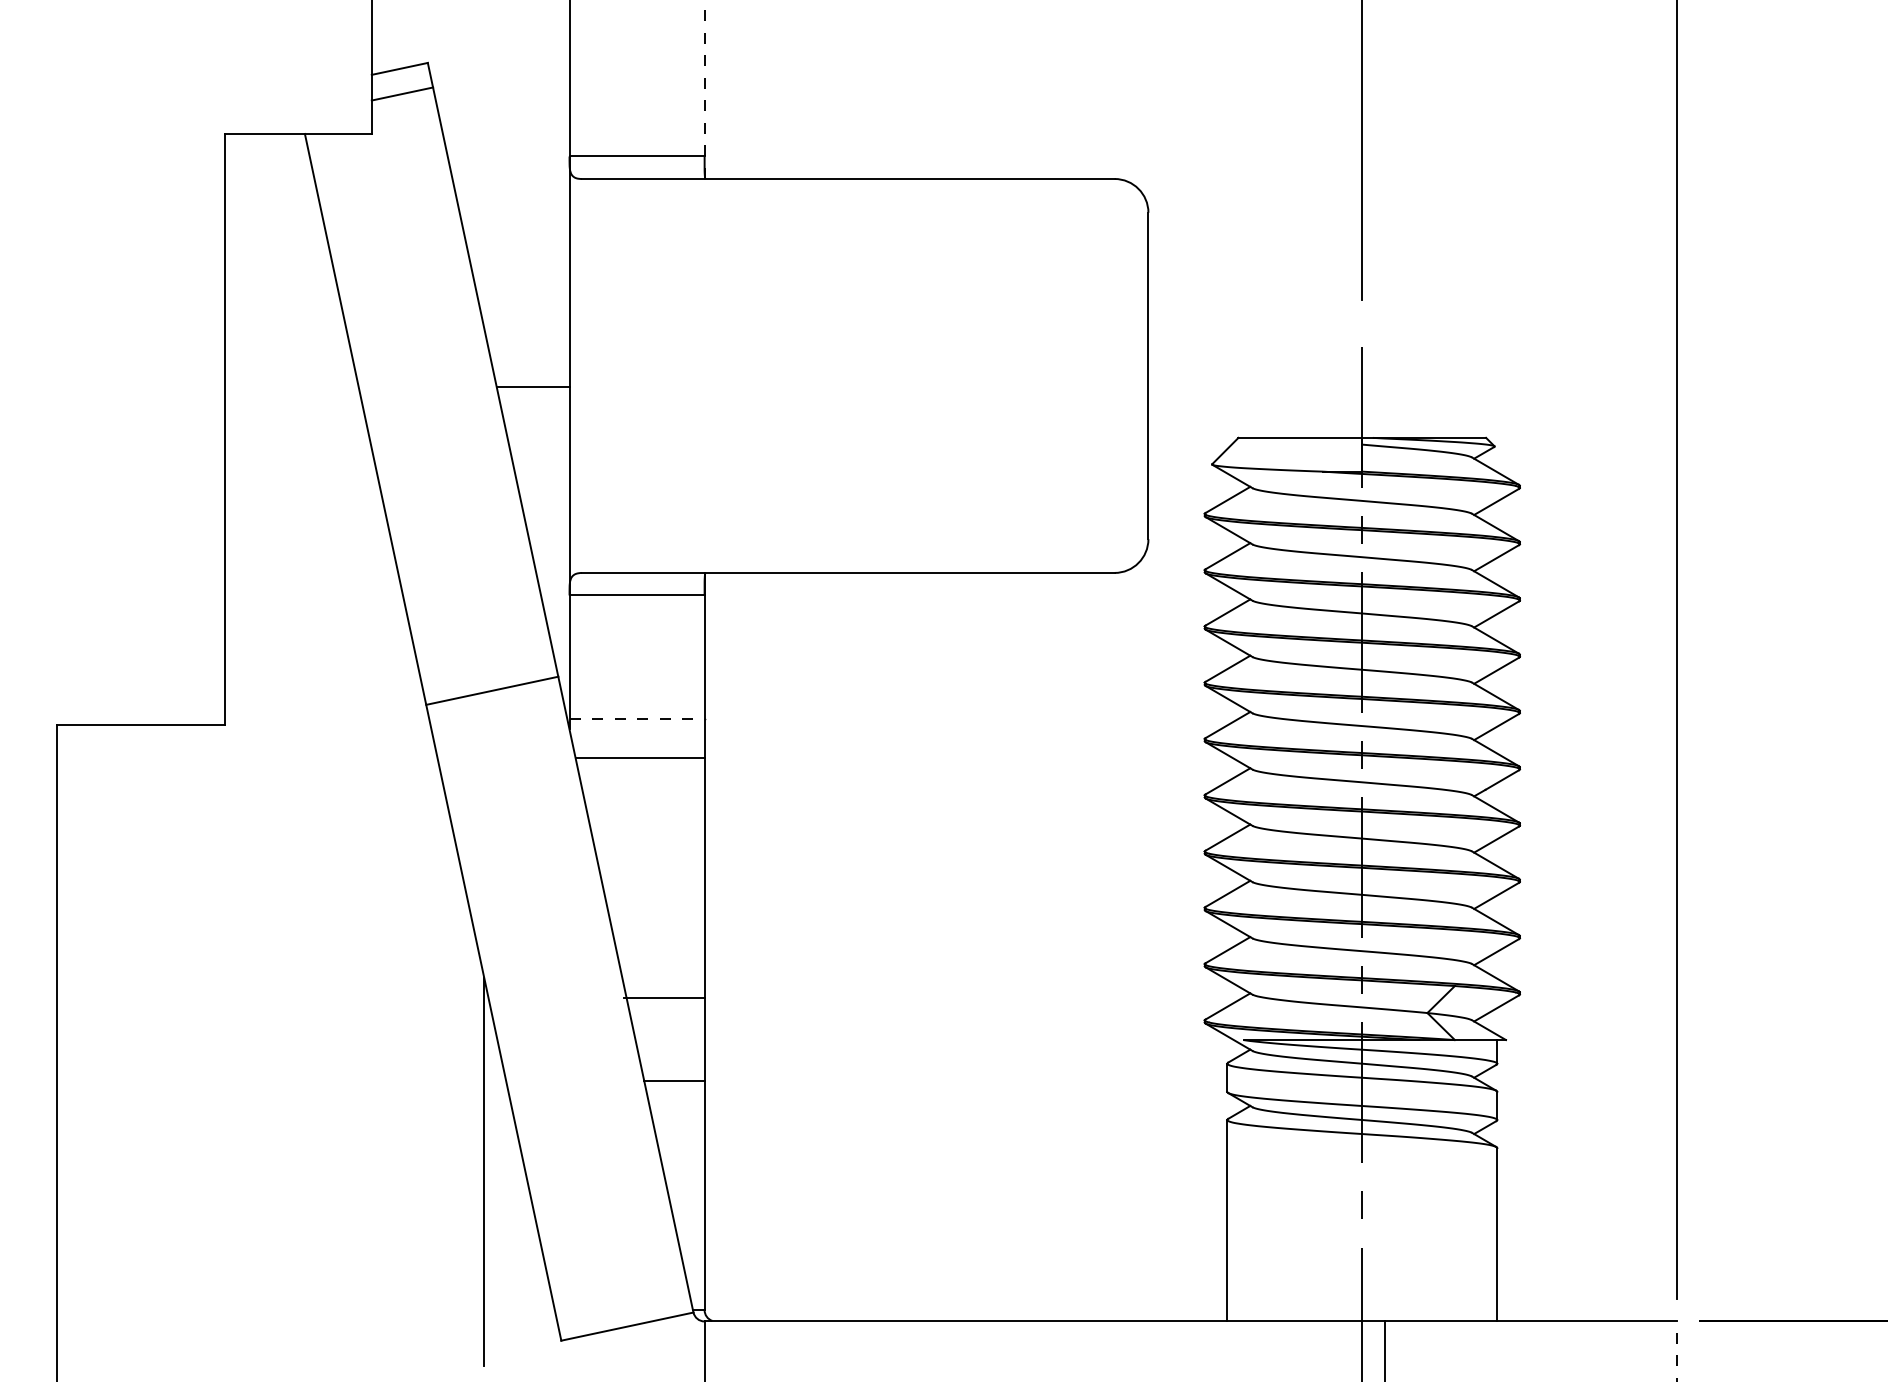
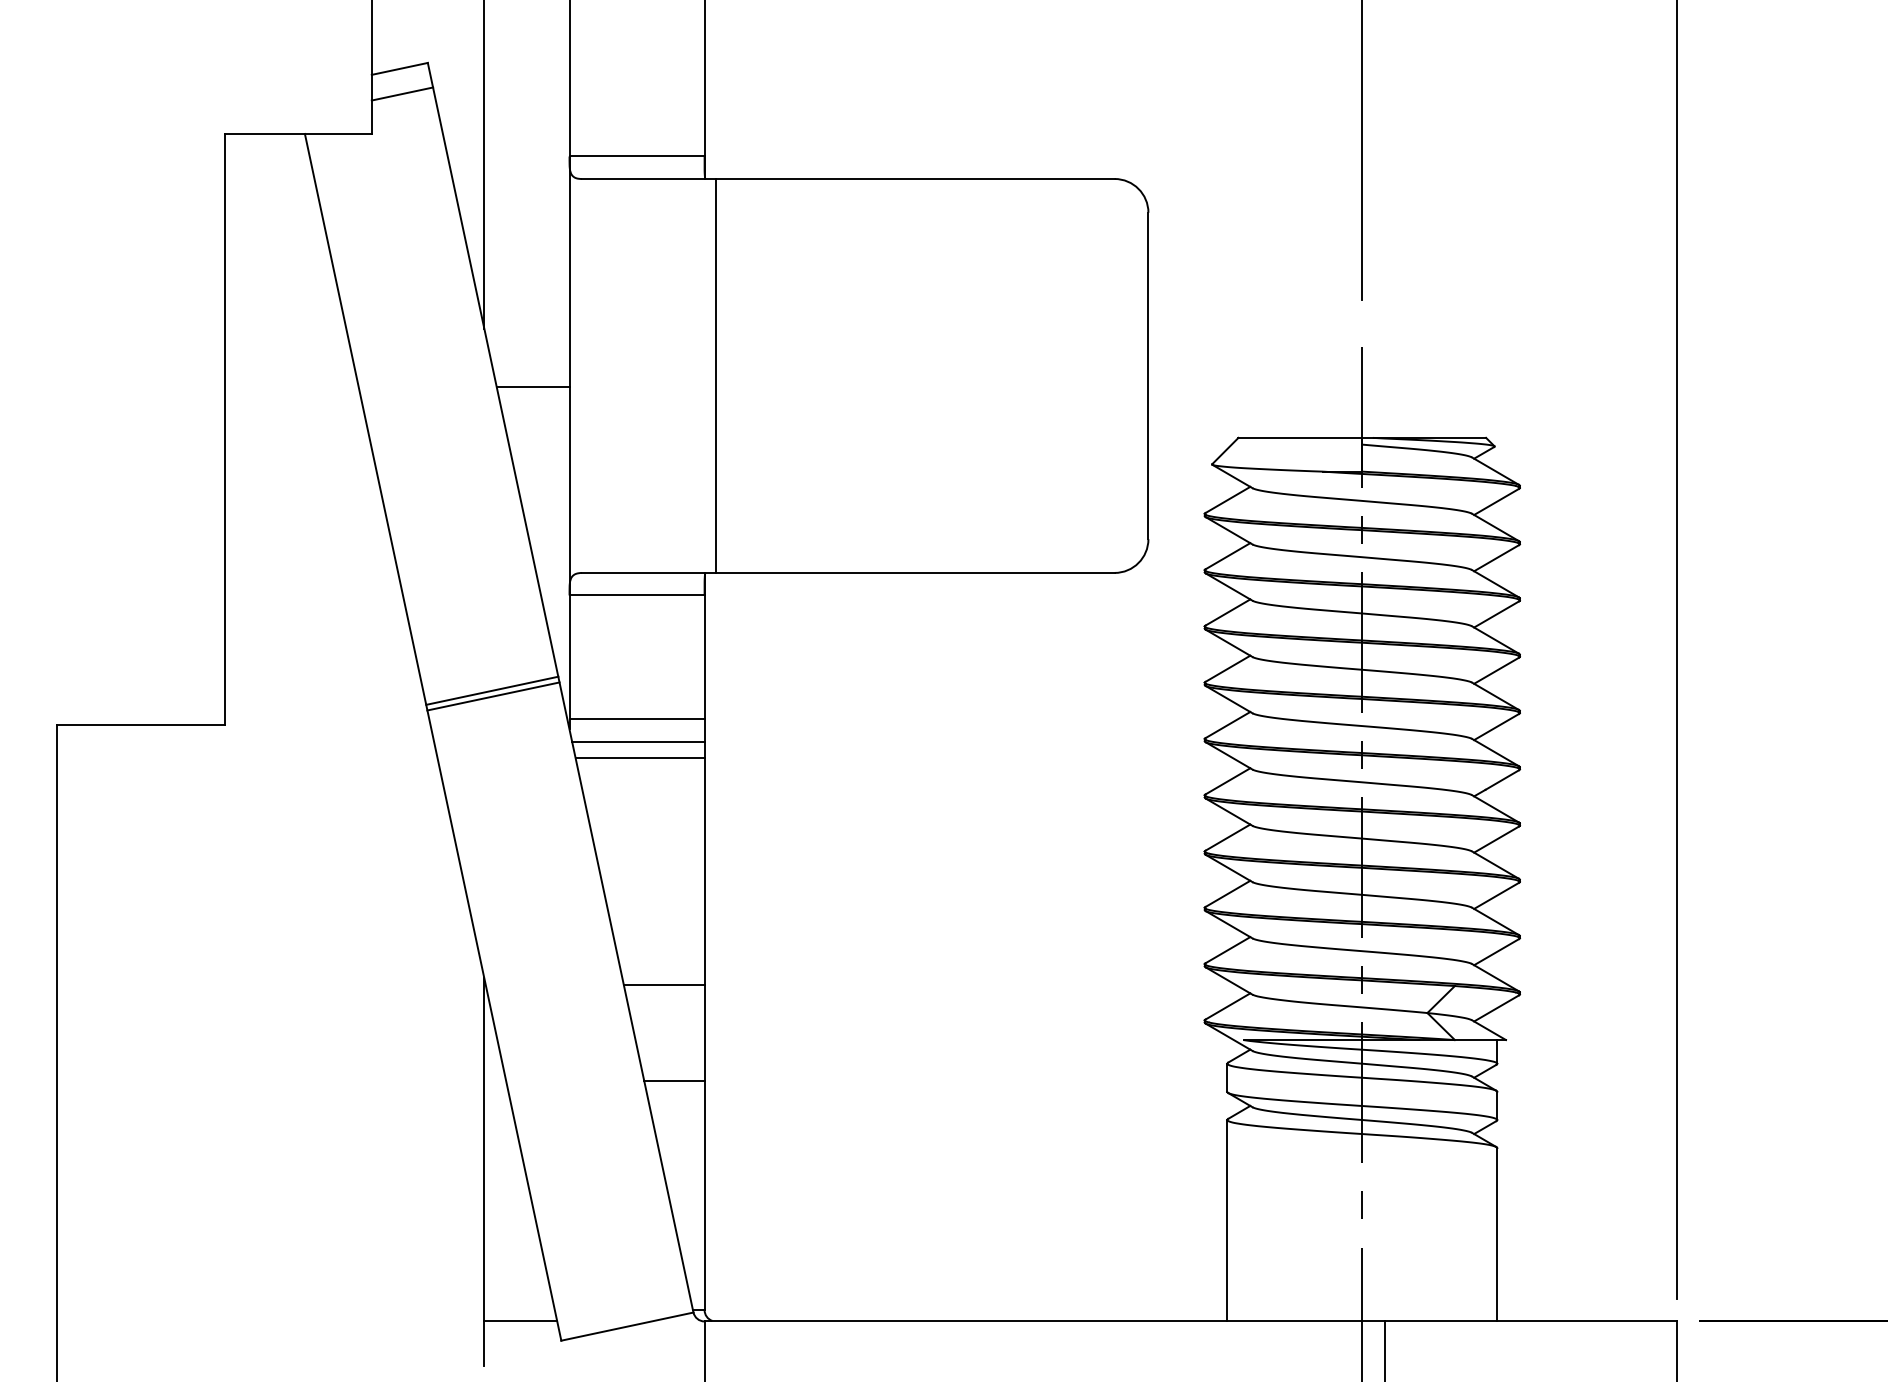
line at (704, 89): dashed -> solid
line at (484, 165): none -> present
line at (715, 375): none -> present
line at (493, 696): none -> present
line at (637, 719): dashed -> solid
line at (638, 741): none -> present
line at (663, 997) position: (663, 997) -> (663, 984)
line at (520, 1321): none -> present
line at (1677, 1351): dashed -> solid
